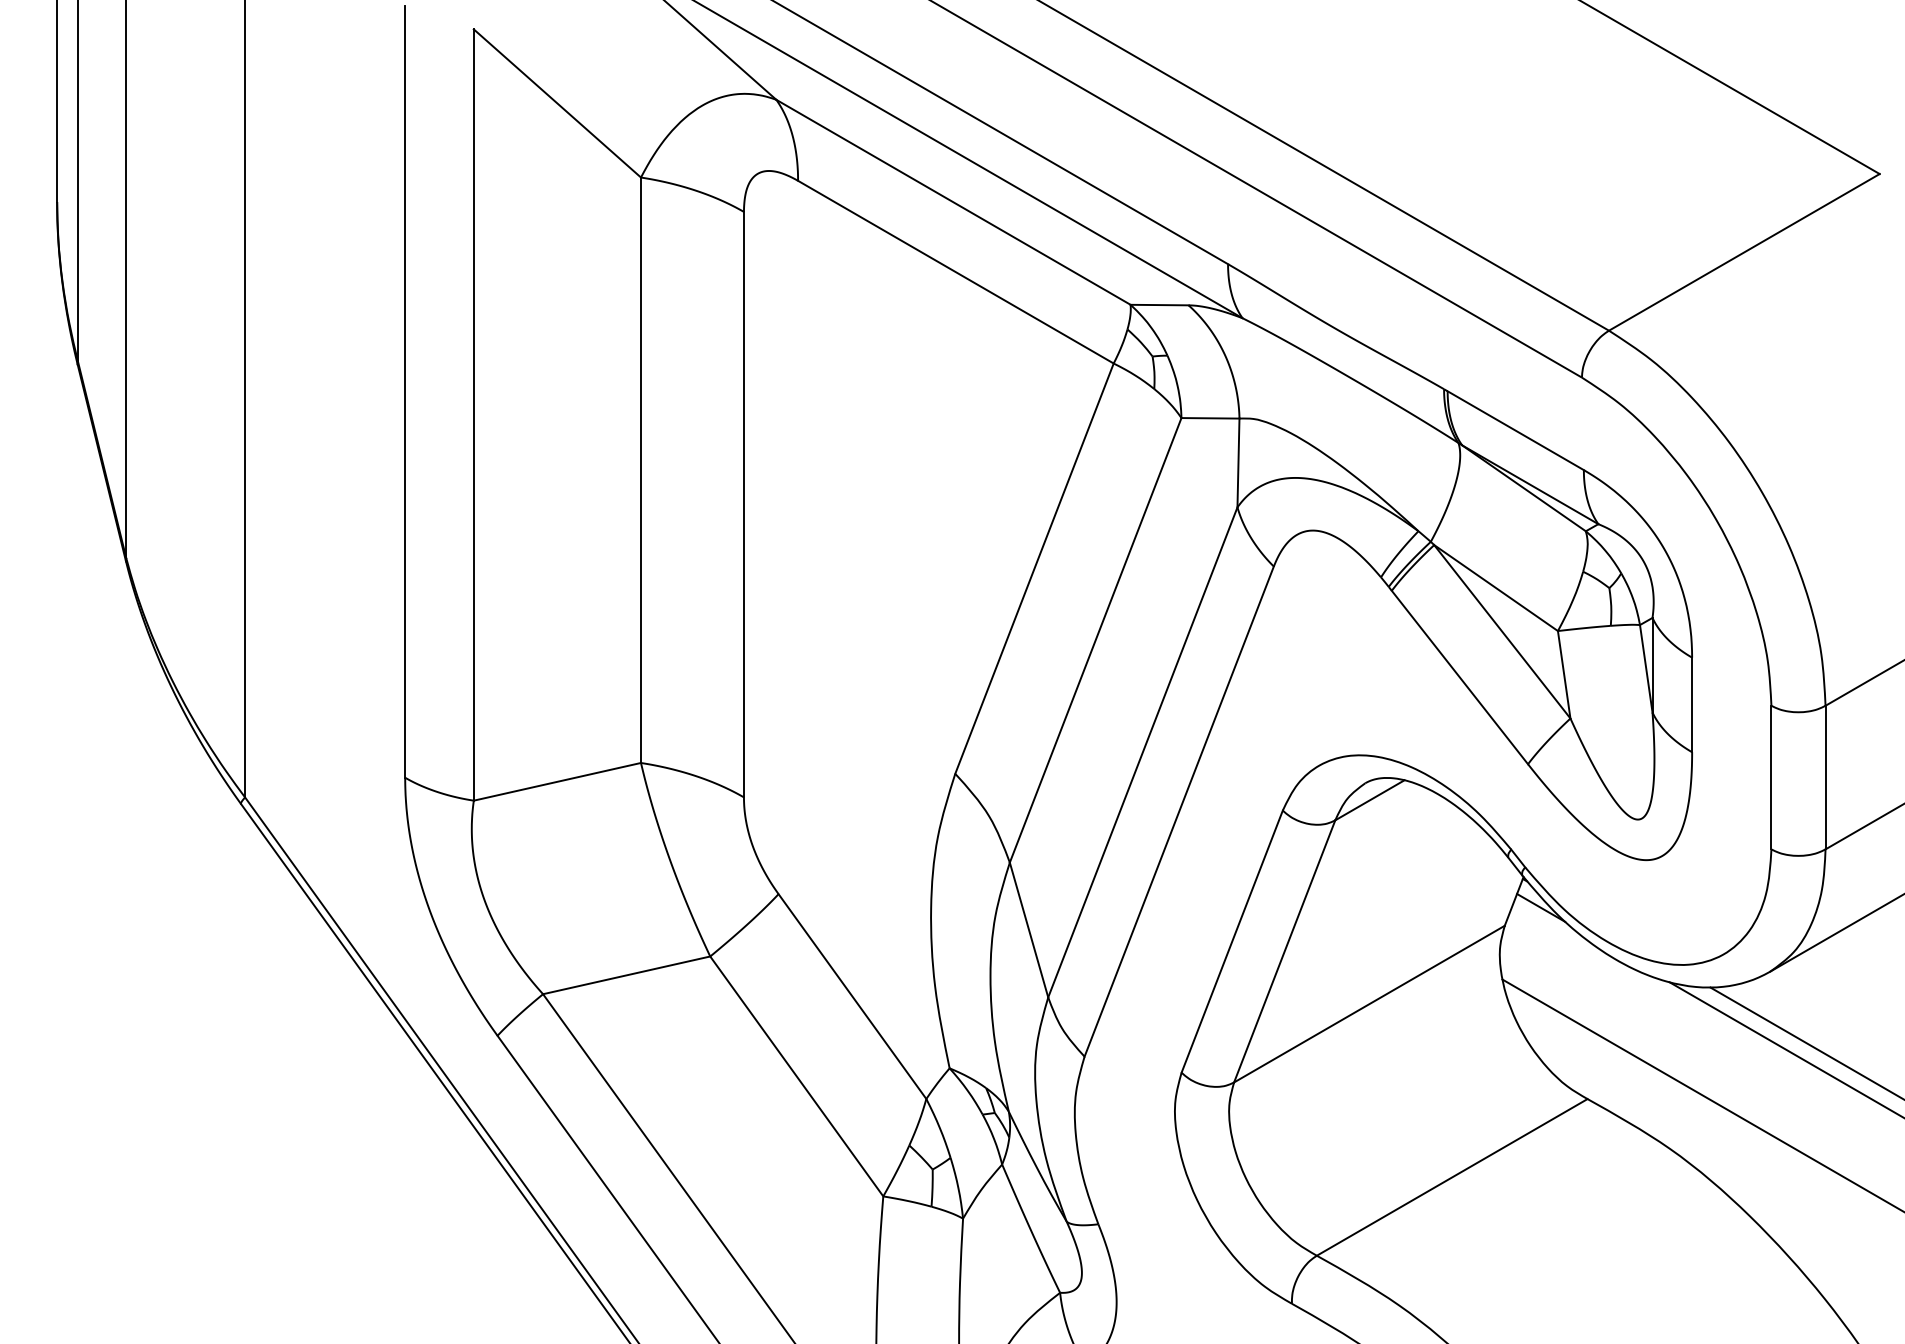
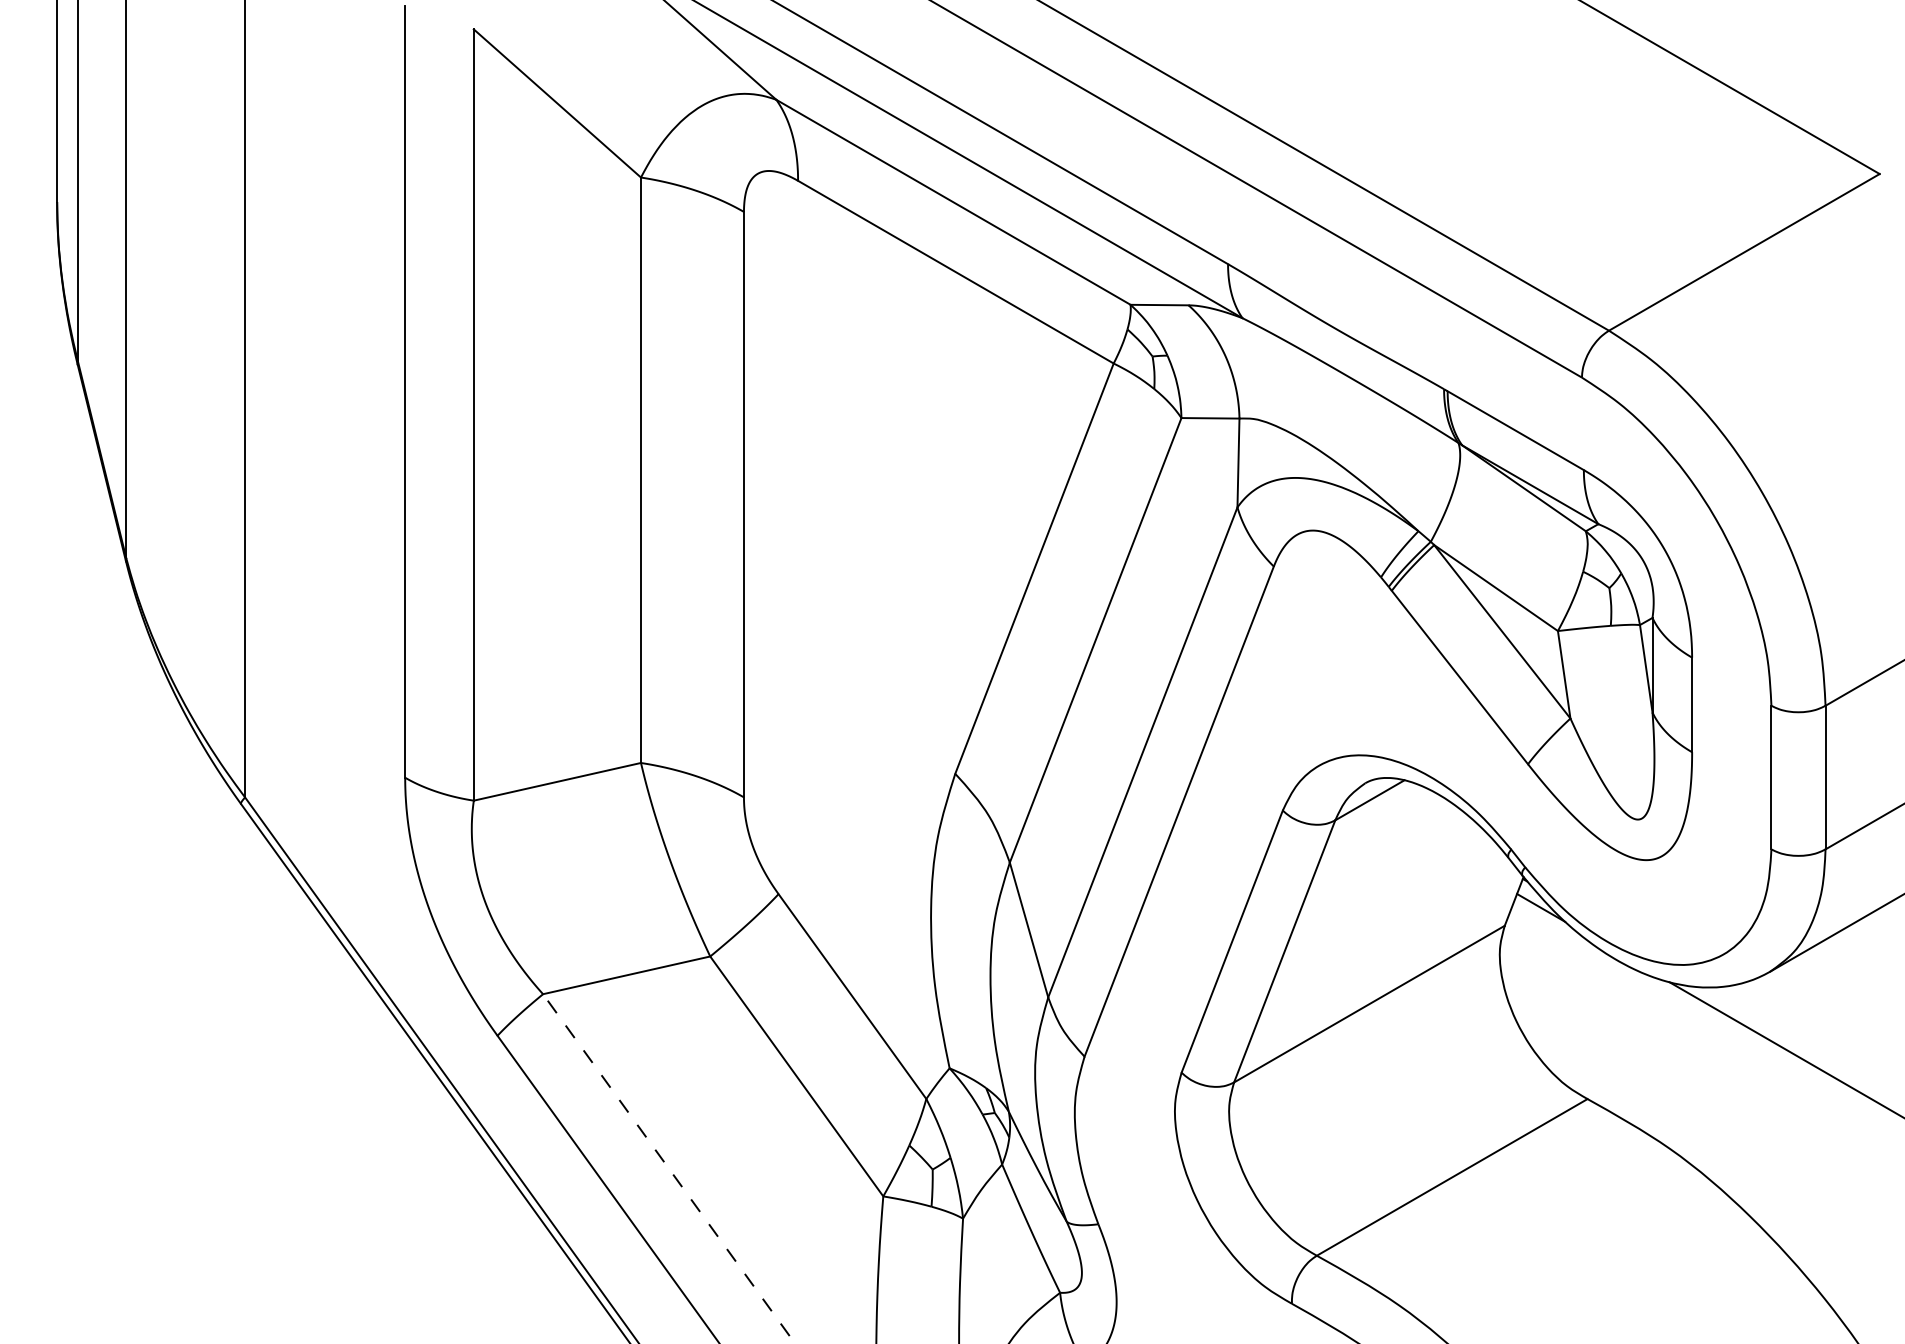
line at (1805, 1042): present -> none
line at (1701, 1094): present -> none
line at (668, 1168): solid -> dashed
